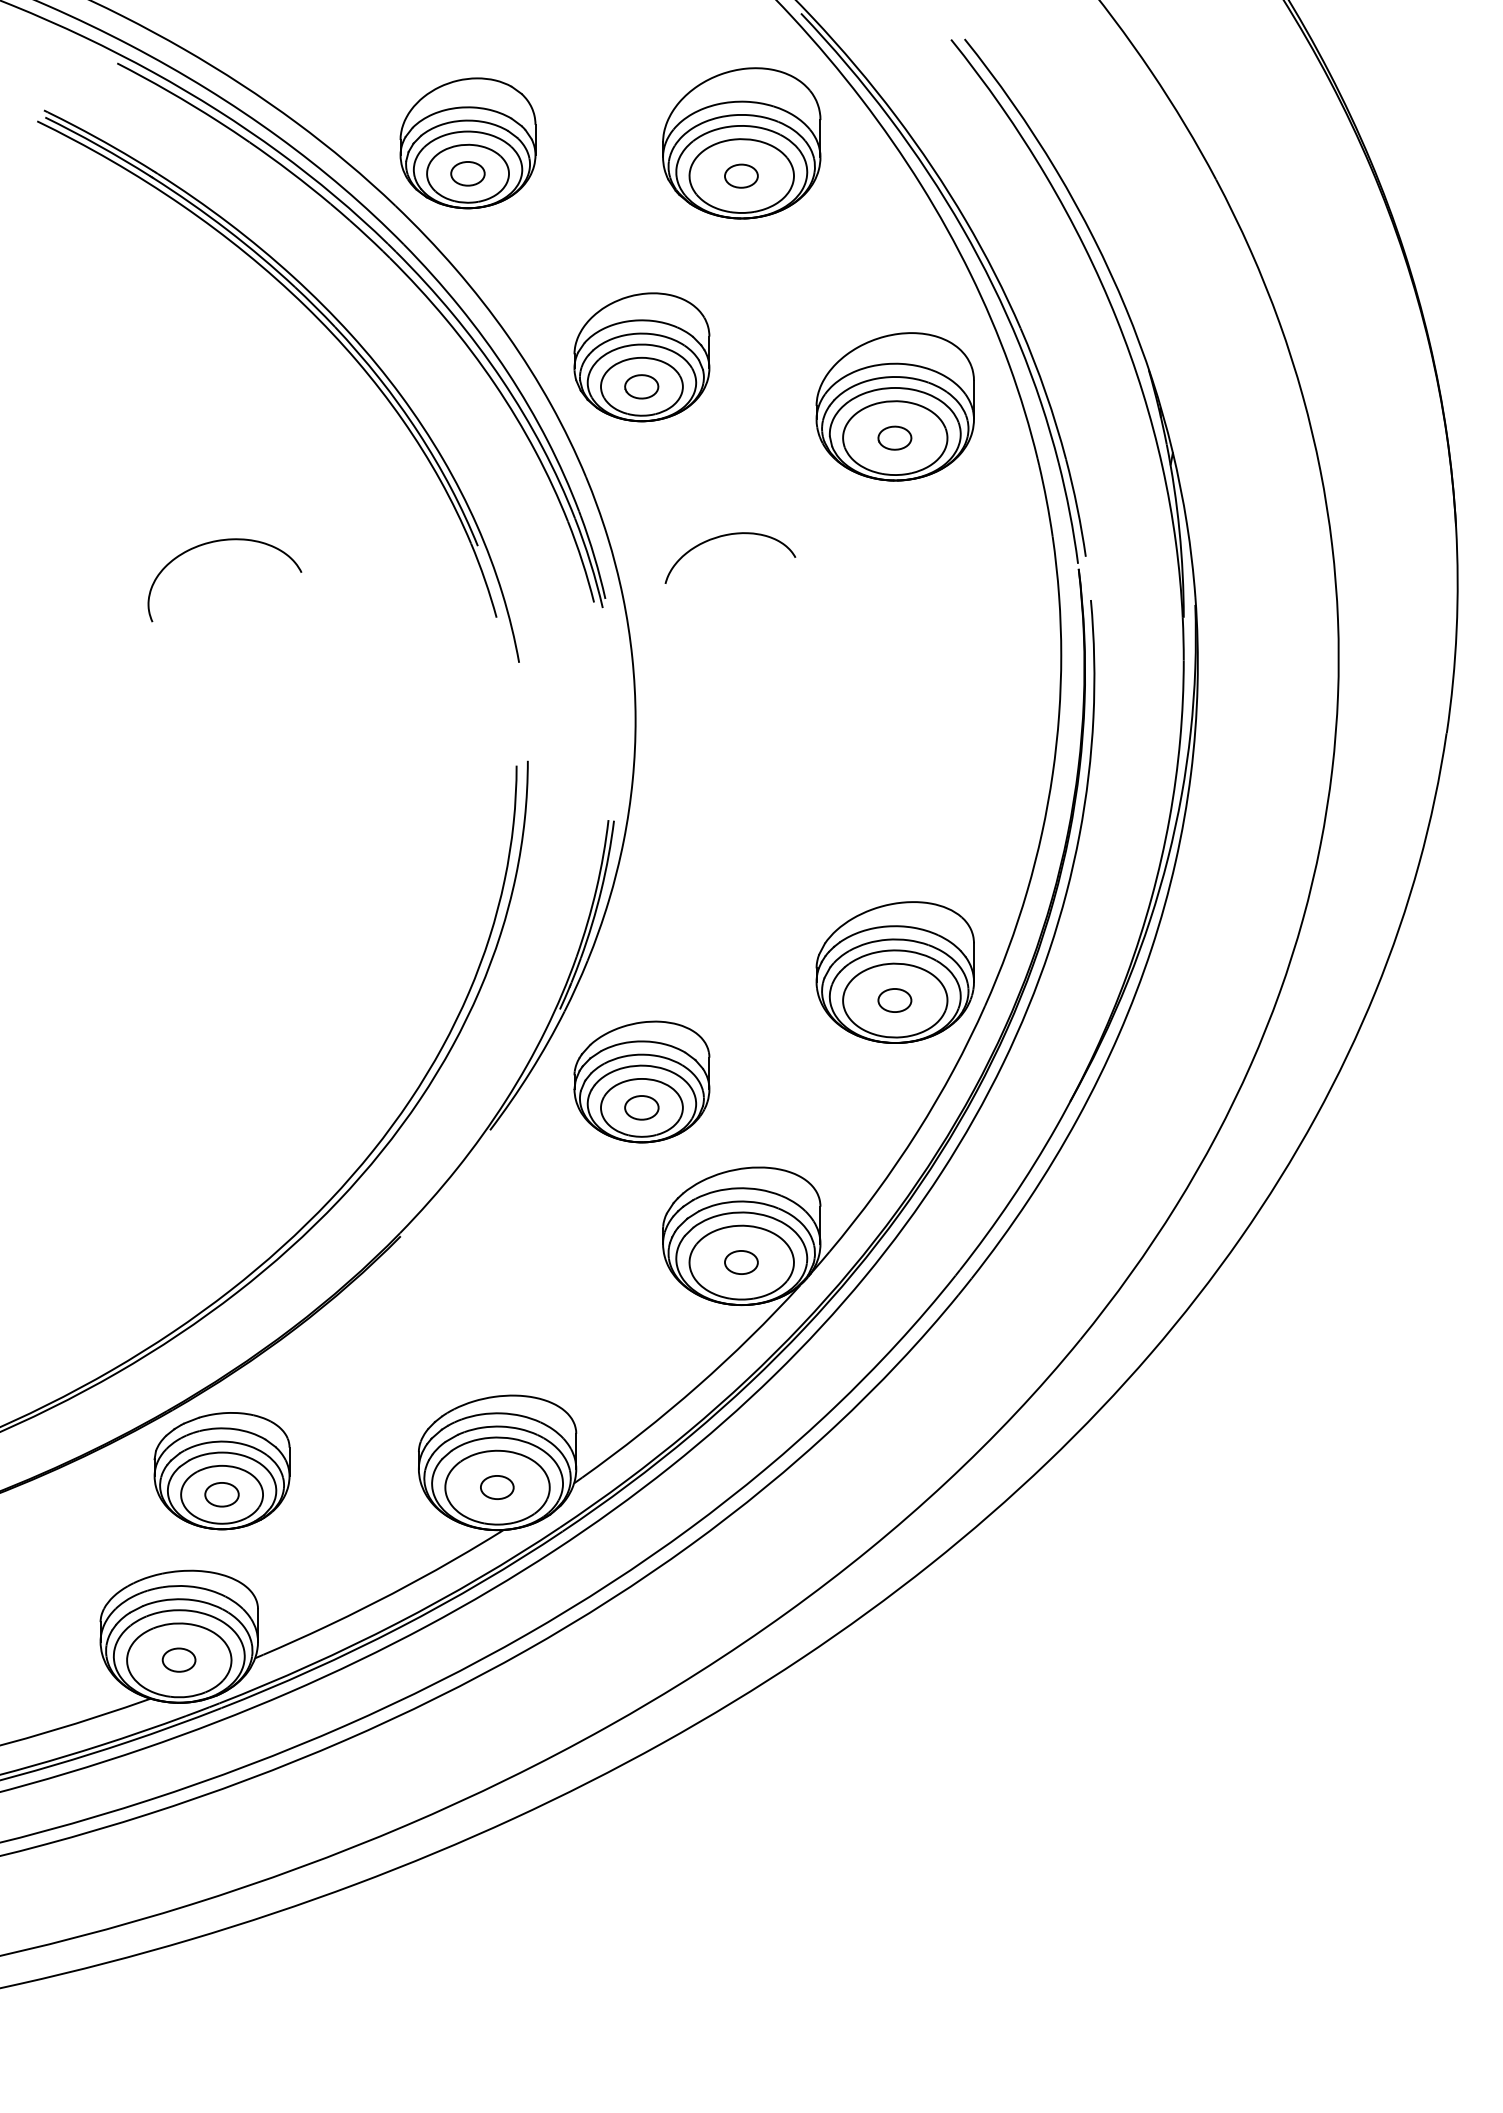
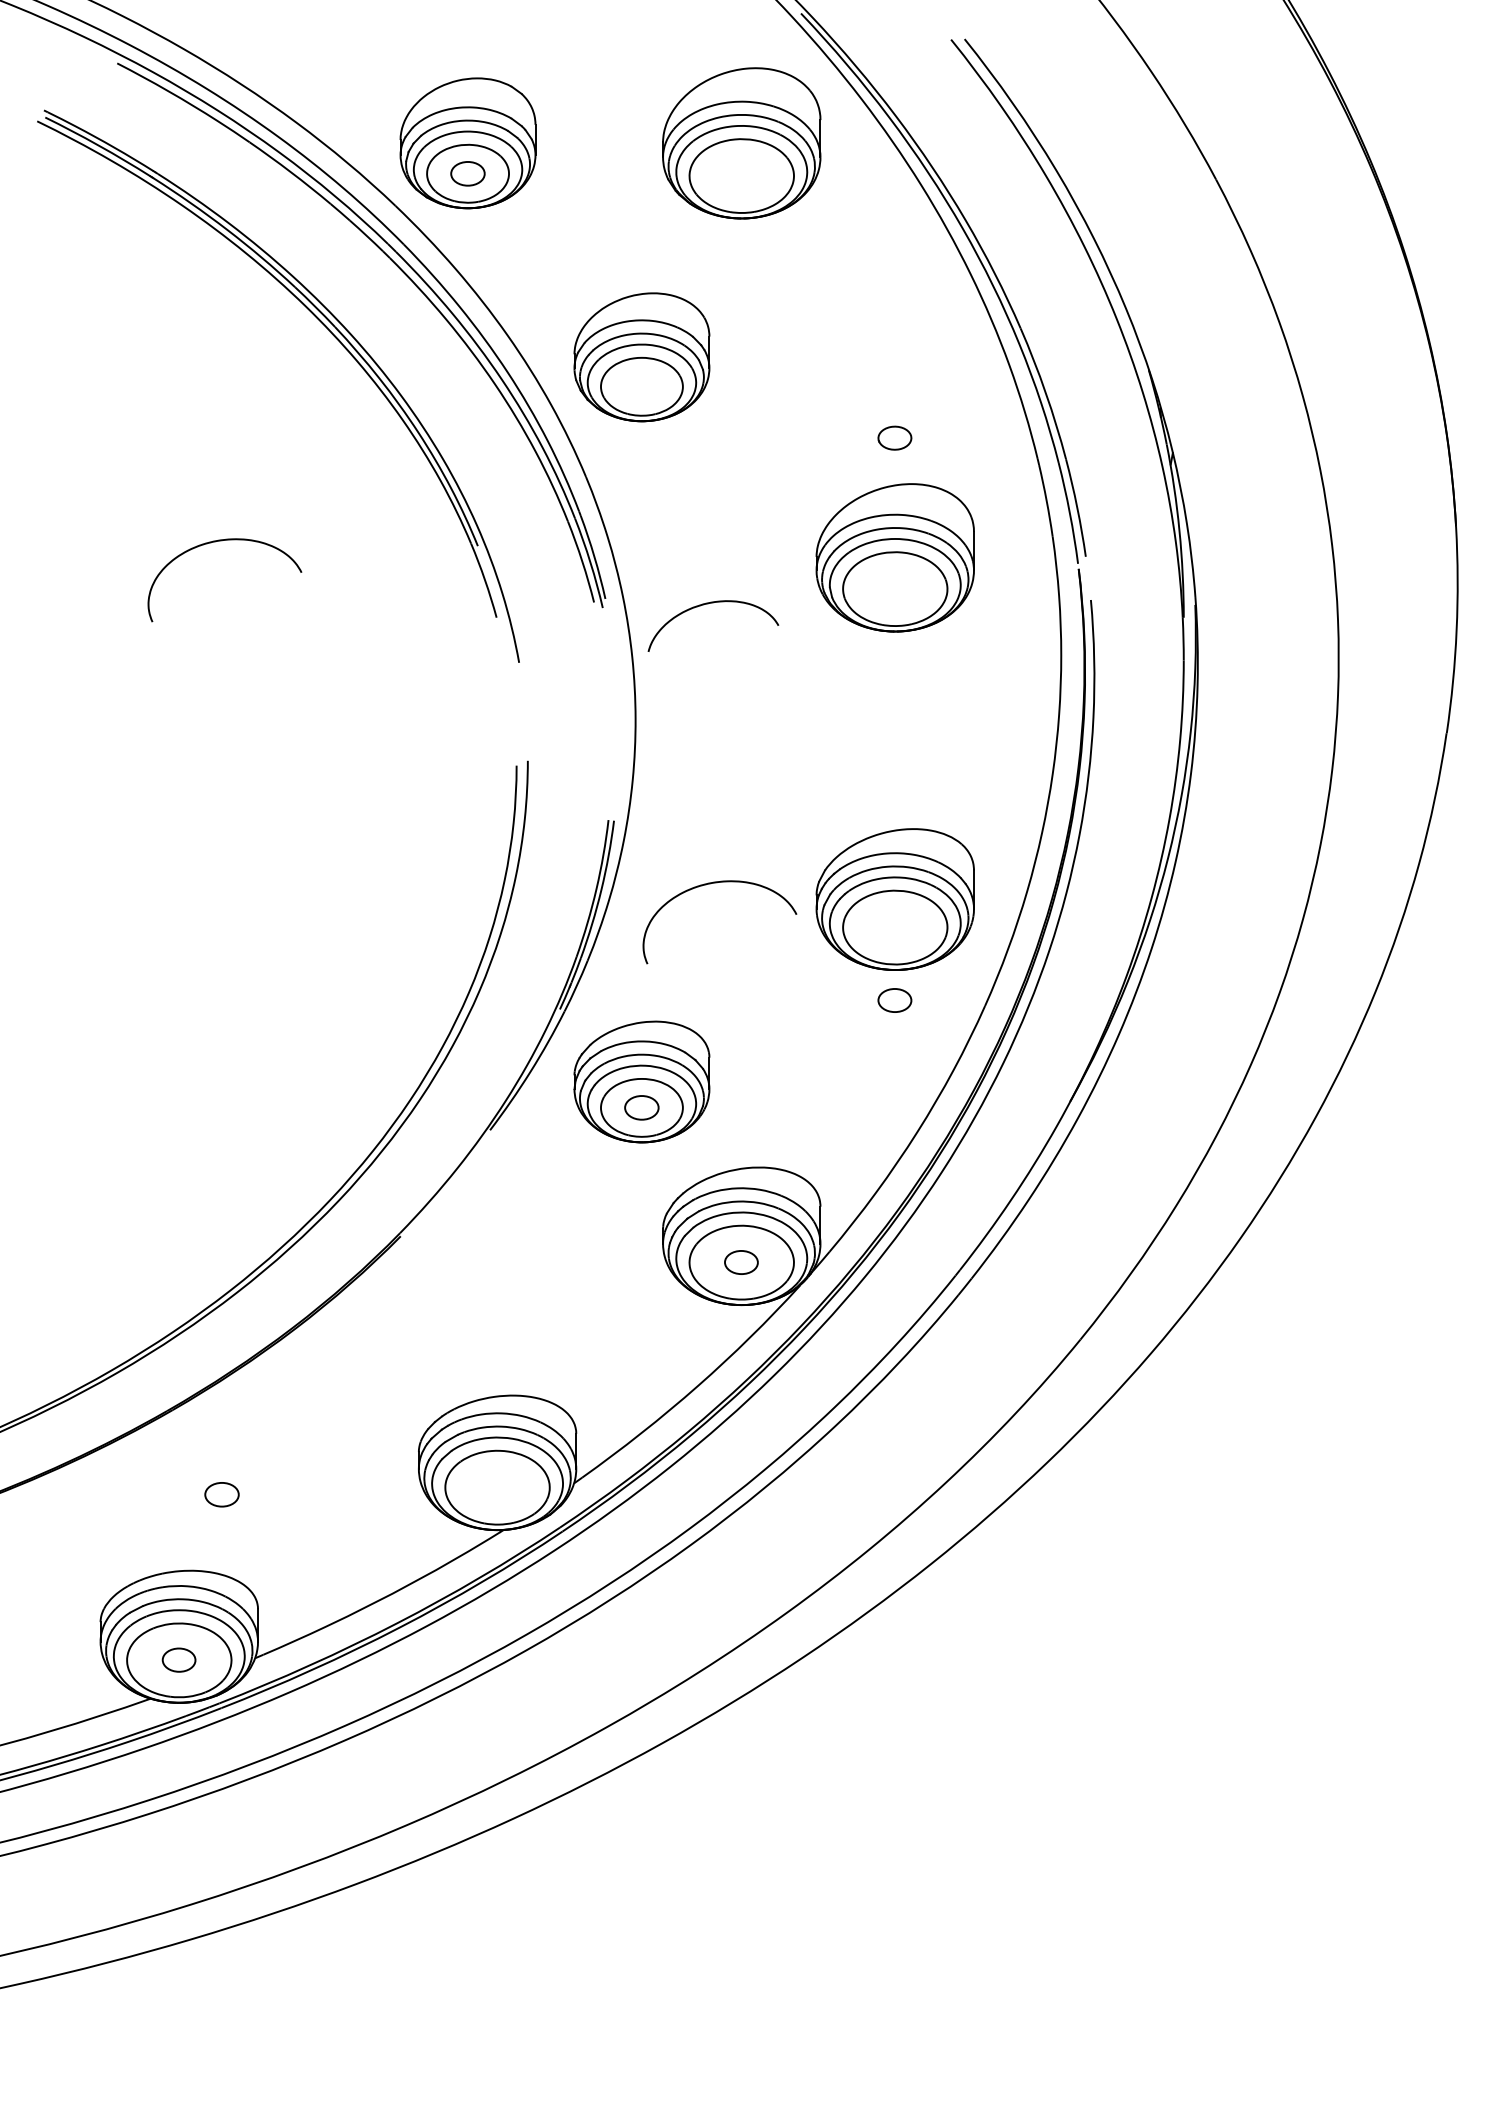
part at (741, 175): present -> none
part at (641, 386): present -> none
part at (894, 406) position: (894, 406) -> (894, 557)
curve at (725, 536) position: (725, 536) -> (708, 604)
curve at (717, 883): none -> present
part at (894, 972) position: (894, 972) -> (894, 899)
part at (221, 1471): present -> none
part at (497, 1487): present -> none
